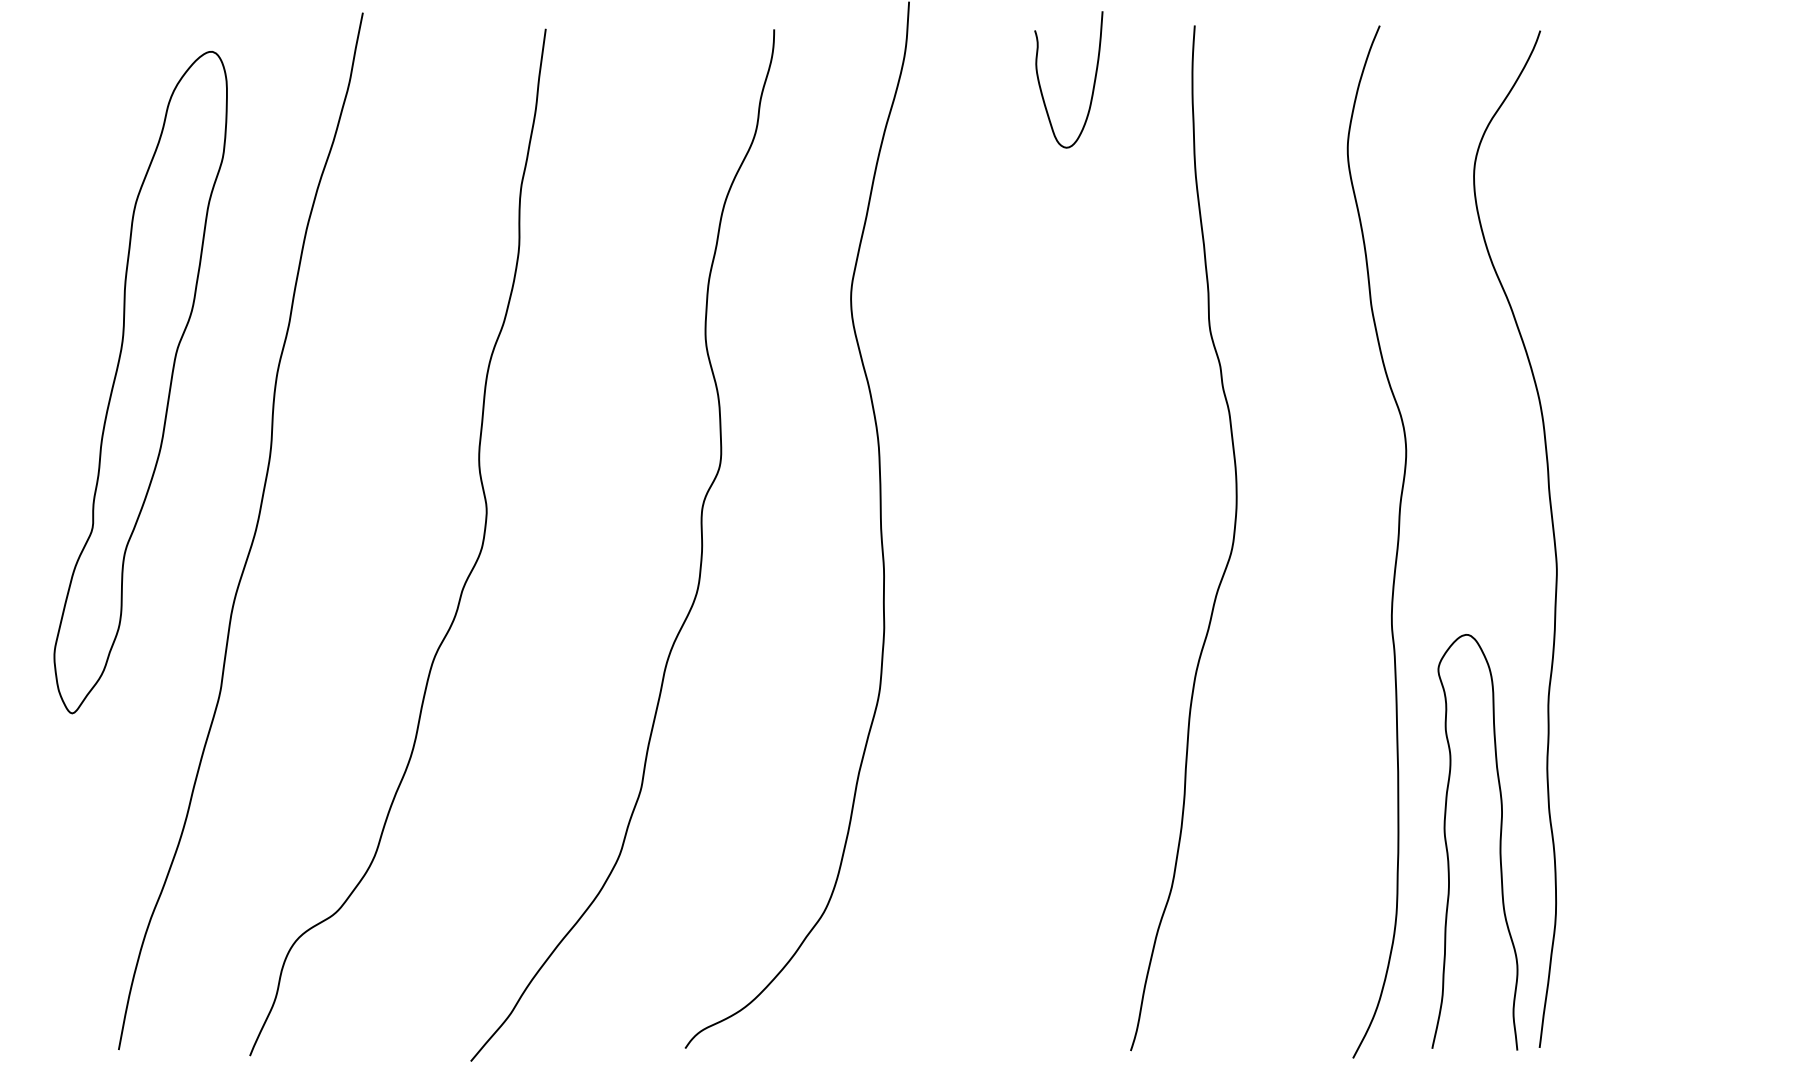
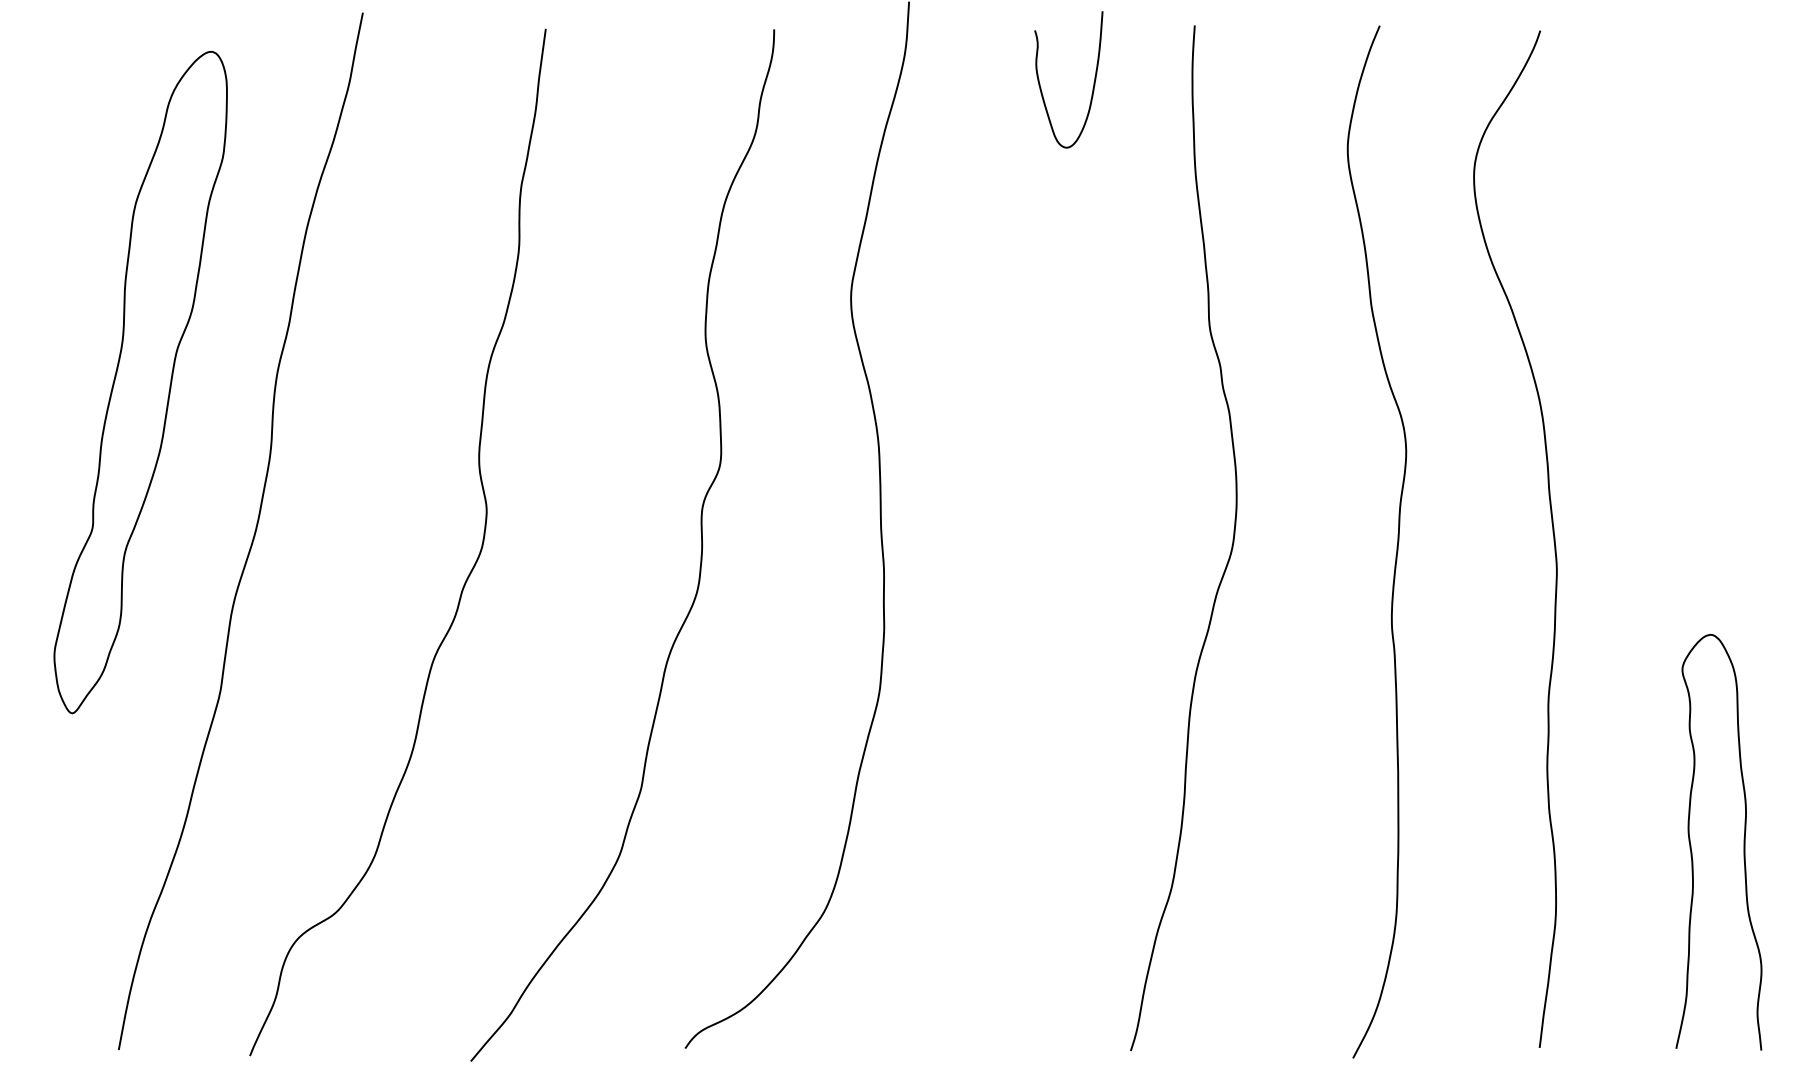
curve at (1499, 842) position: (1499, 842) -> (1743, 842)
